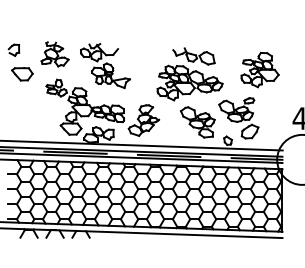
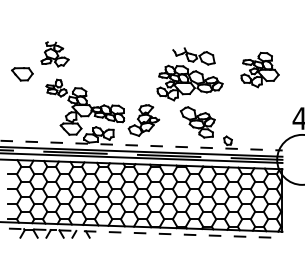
part at (13, 49): present -> none
part at (105, 65): present -> none
part at (238, 118): present -> none
line at (141, 145): solid -> dashed
line at (141, 233): solid -> dashed
